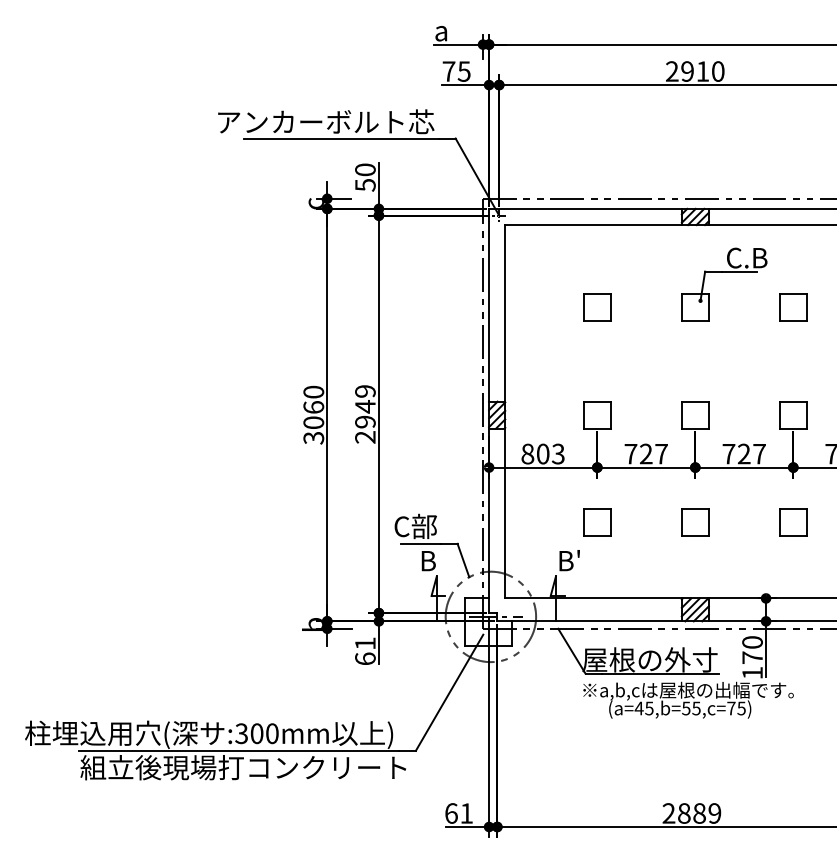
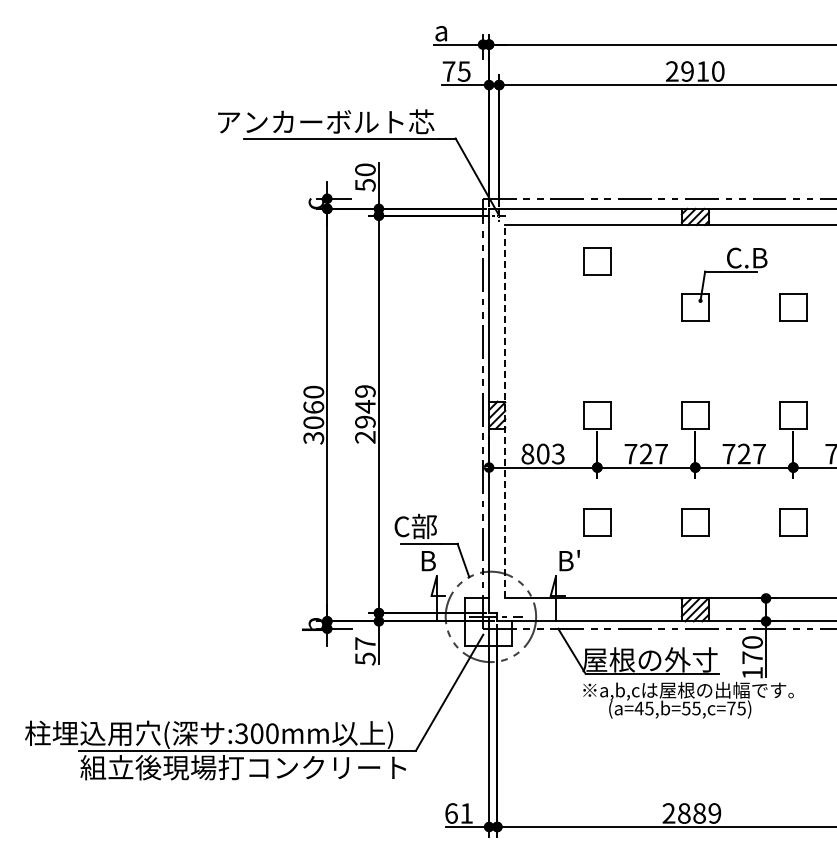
part at (597, 307) position: (597, 307) -> (597, 261)
line at (505, 411): solid -> dashed
text at (365, 651): 61 -> 57
